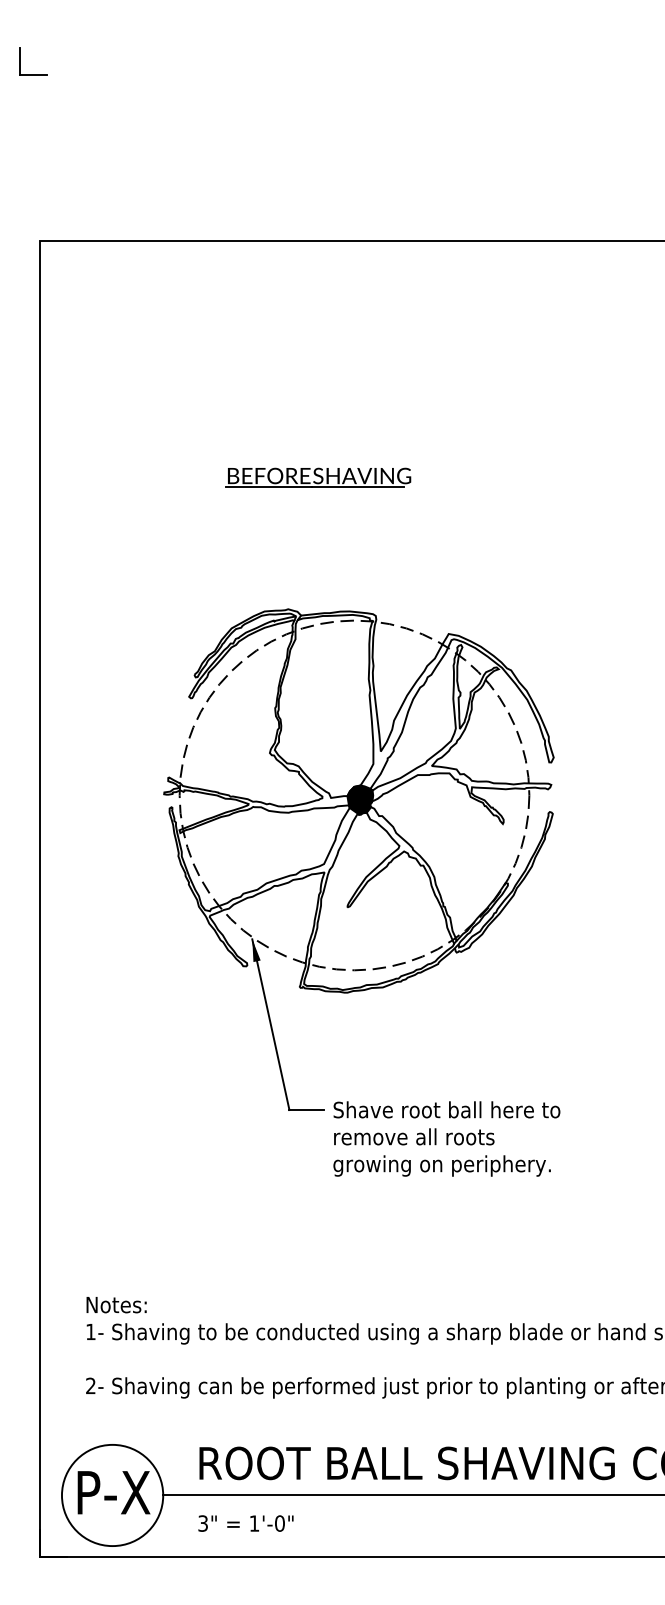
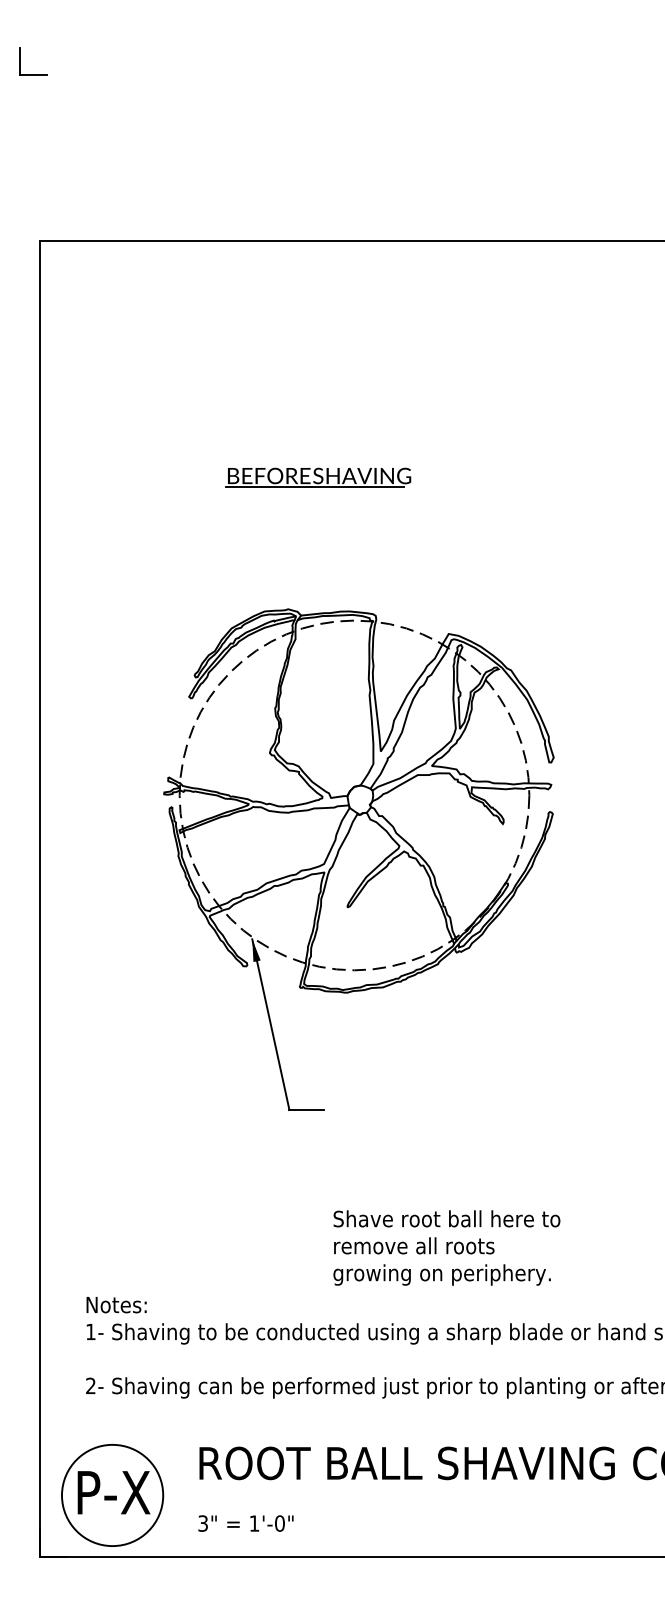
fill at (360, 799): present -> none
text at (446, 1138) position: (446, 1138) -> (446, 1247)
line at (412, 1495): present -> none
